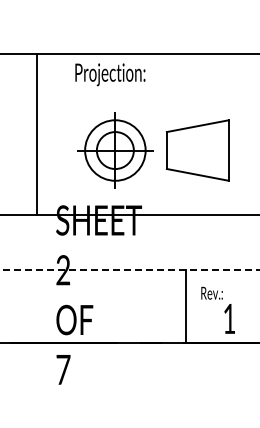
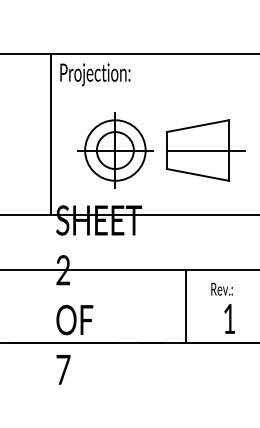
text at (110, 74) position: (110, 74) -> (95, 74)
line at (37, 134) position: (37, 134) -> (51, 134)
line at (206, 150): none -> present
line at (129, 270): dashed -> solid
text at (211, 292) position: (211, 292) -> (221, 288)
